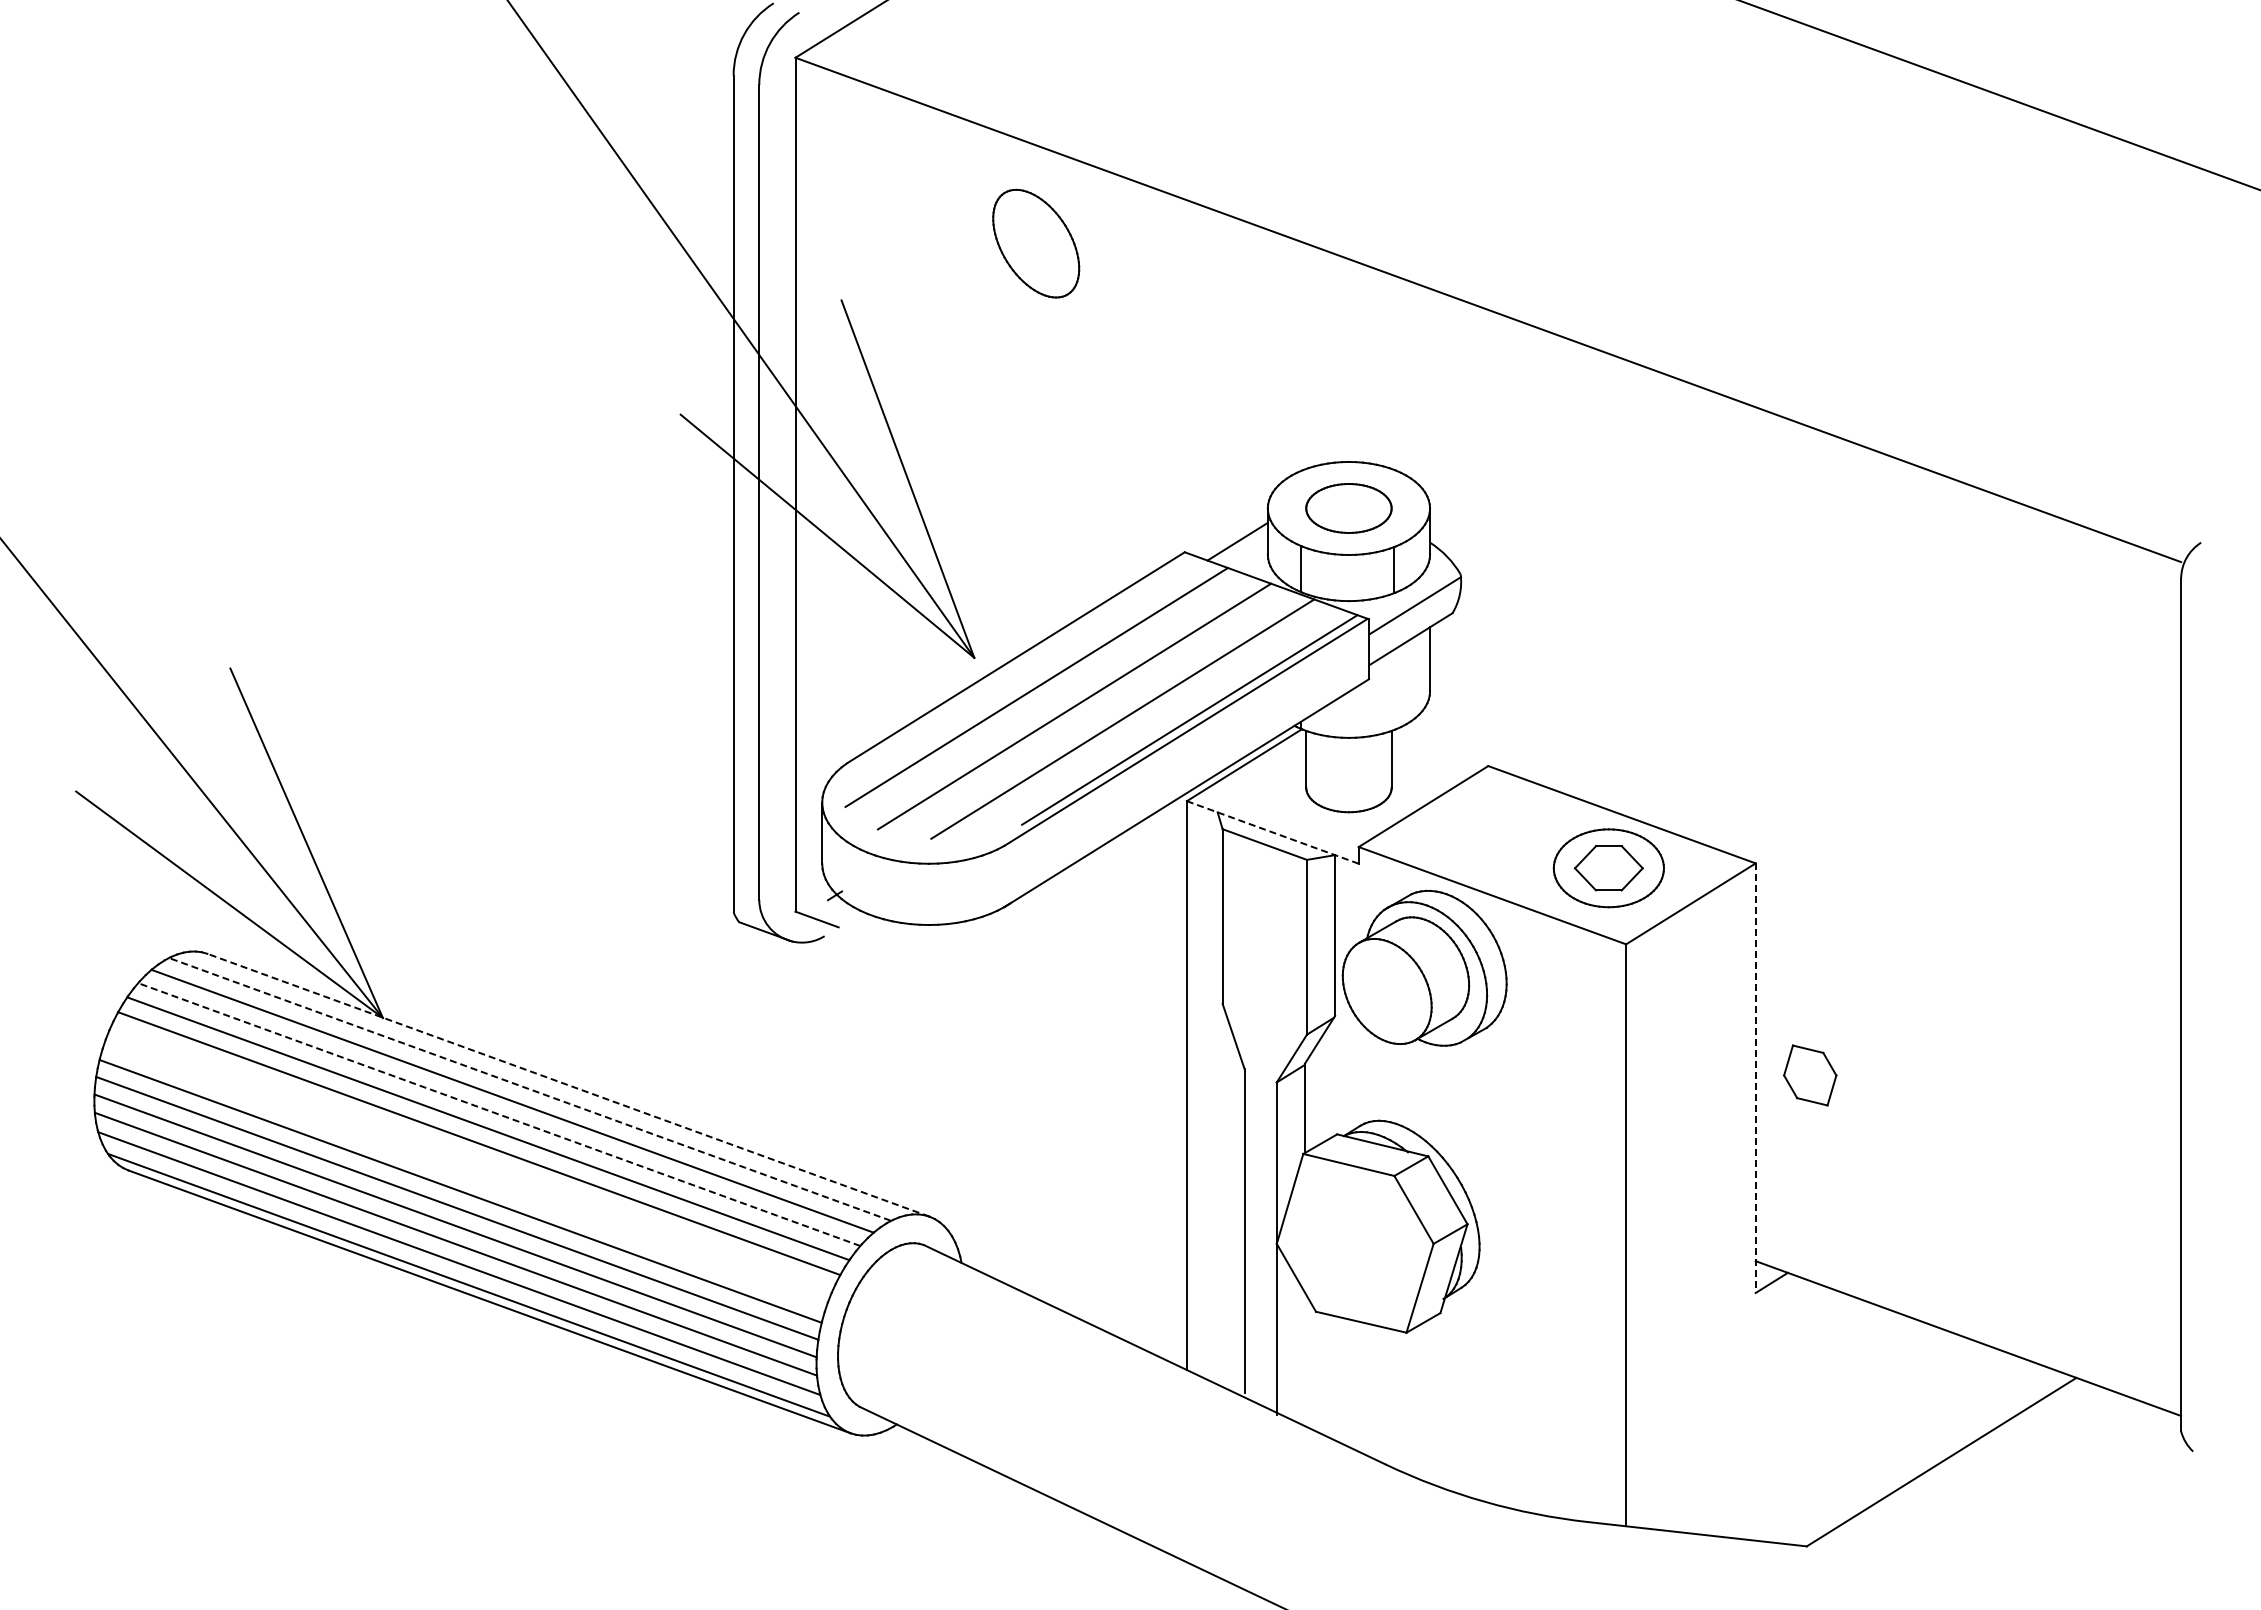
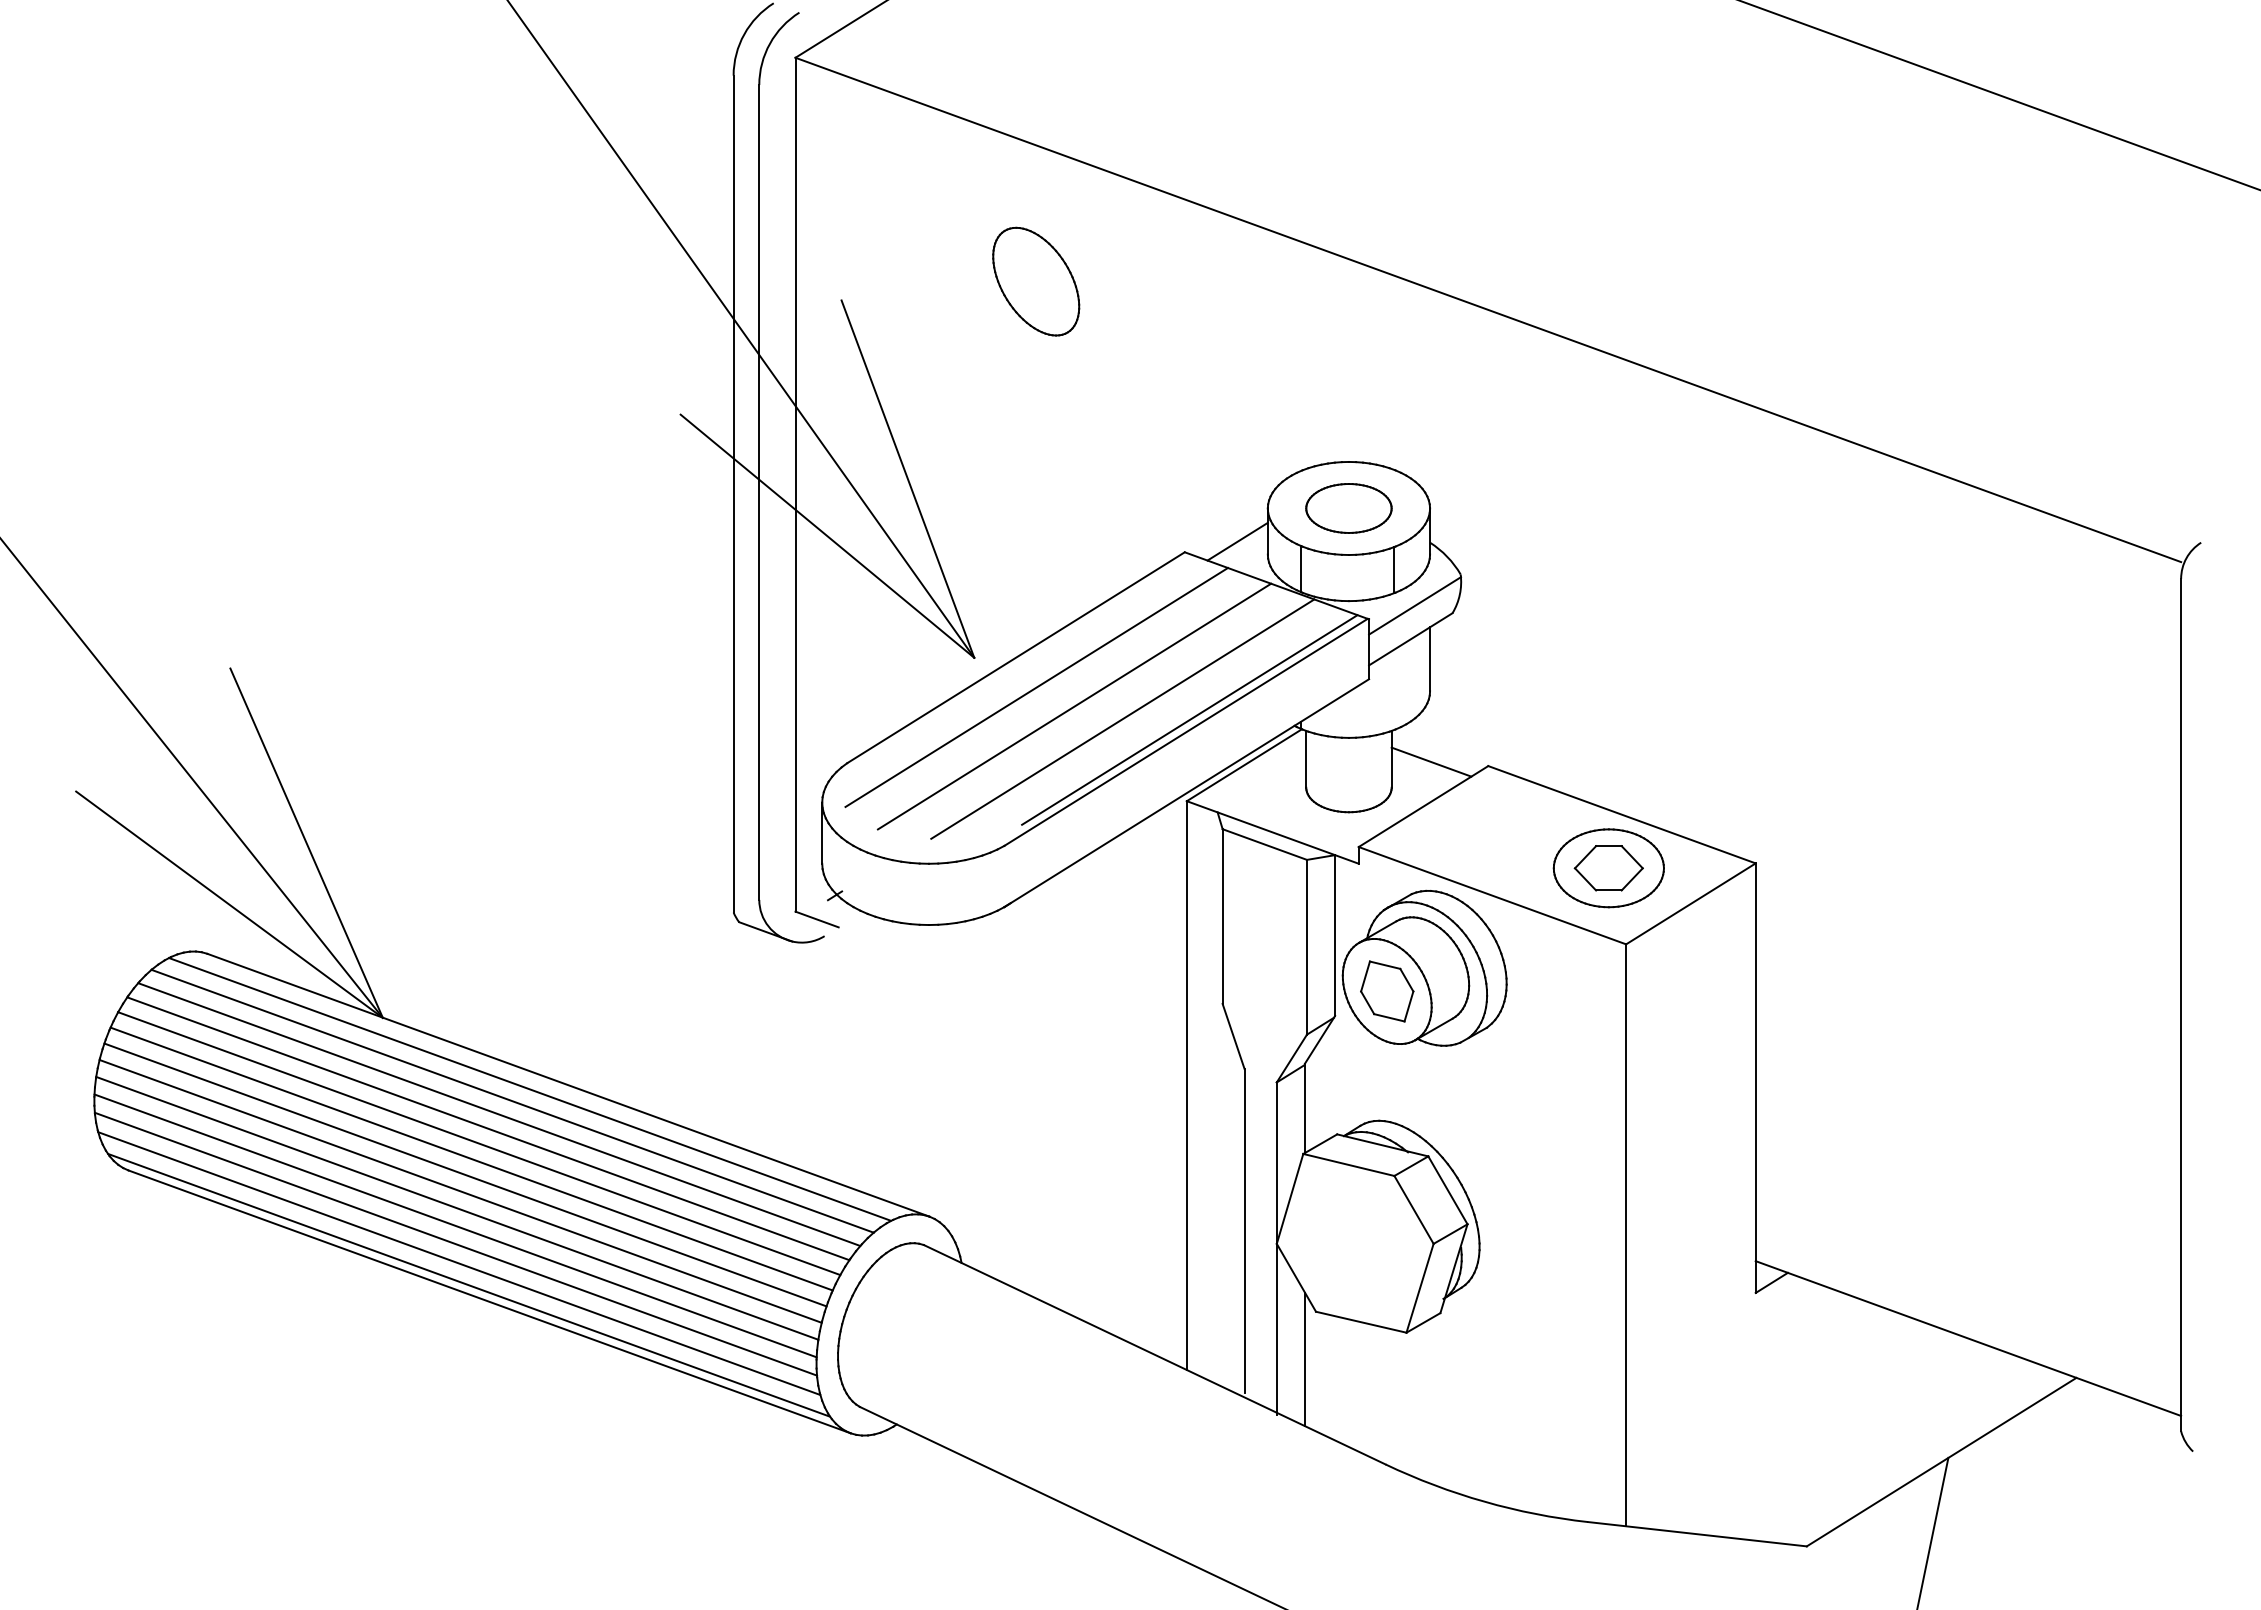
part at (1036, 243) position: (1036, 243) -> (1036, 281)
line at (1431, 761): none -> present
line at (1272, 832): dashed -> solid
part at (1810, 1075) position: (1810, 1075) -> (1387, 991)
line at (1755, 1078): dashed -> solid
line at (567, 1085): dashed -> solid
line at (529, 1089): dashed -> solid
line at (498, 1114): dashed -> solid
line at (471, 1158): none -> present
line at (465, 1174): none -> present
line at (1304, 1359): none -> present
line at (1932, 1531): none -> present
